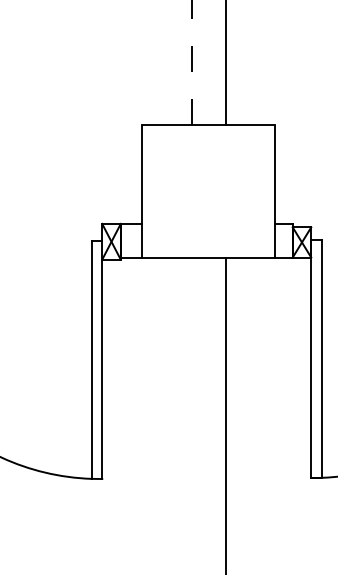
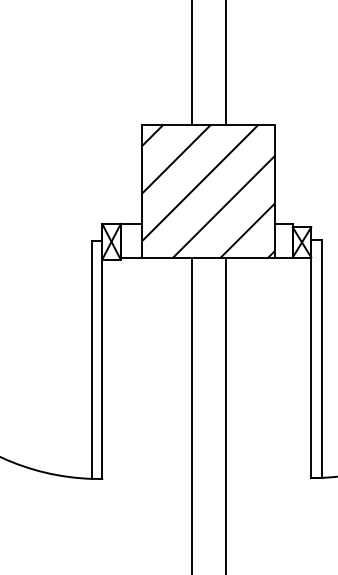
line at (192, 62): dashed -> solid
hatch at (208, 191): none -> present
line at (192, 414): none -> present
